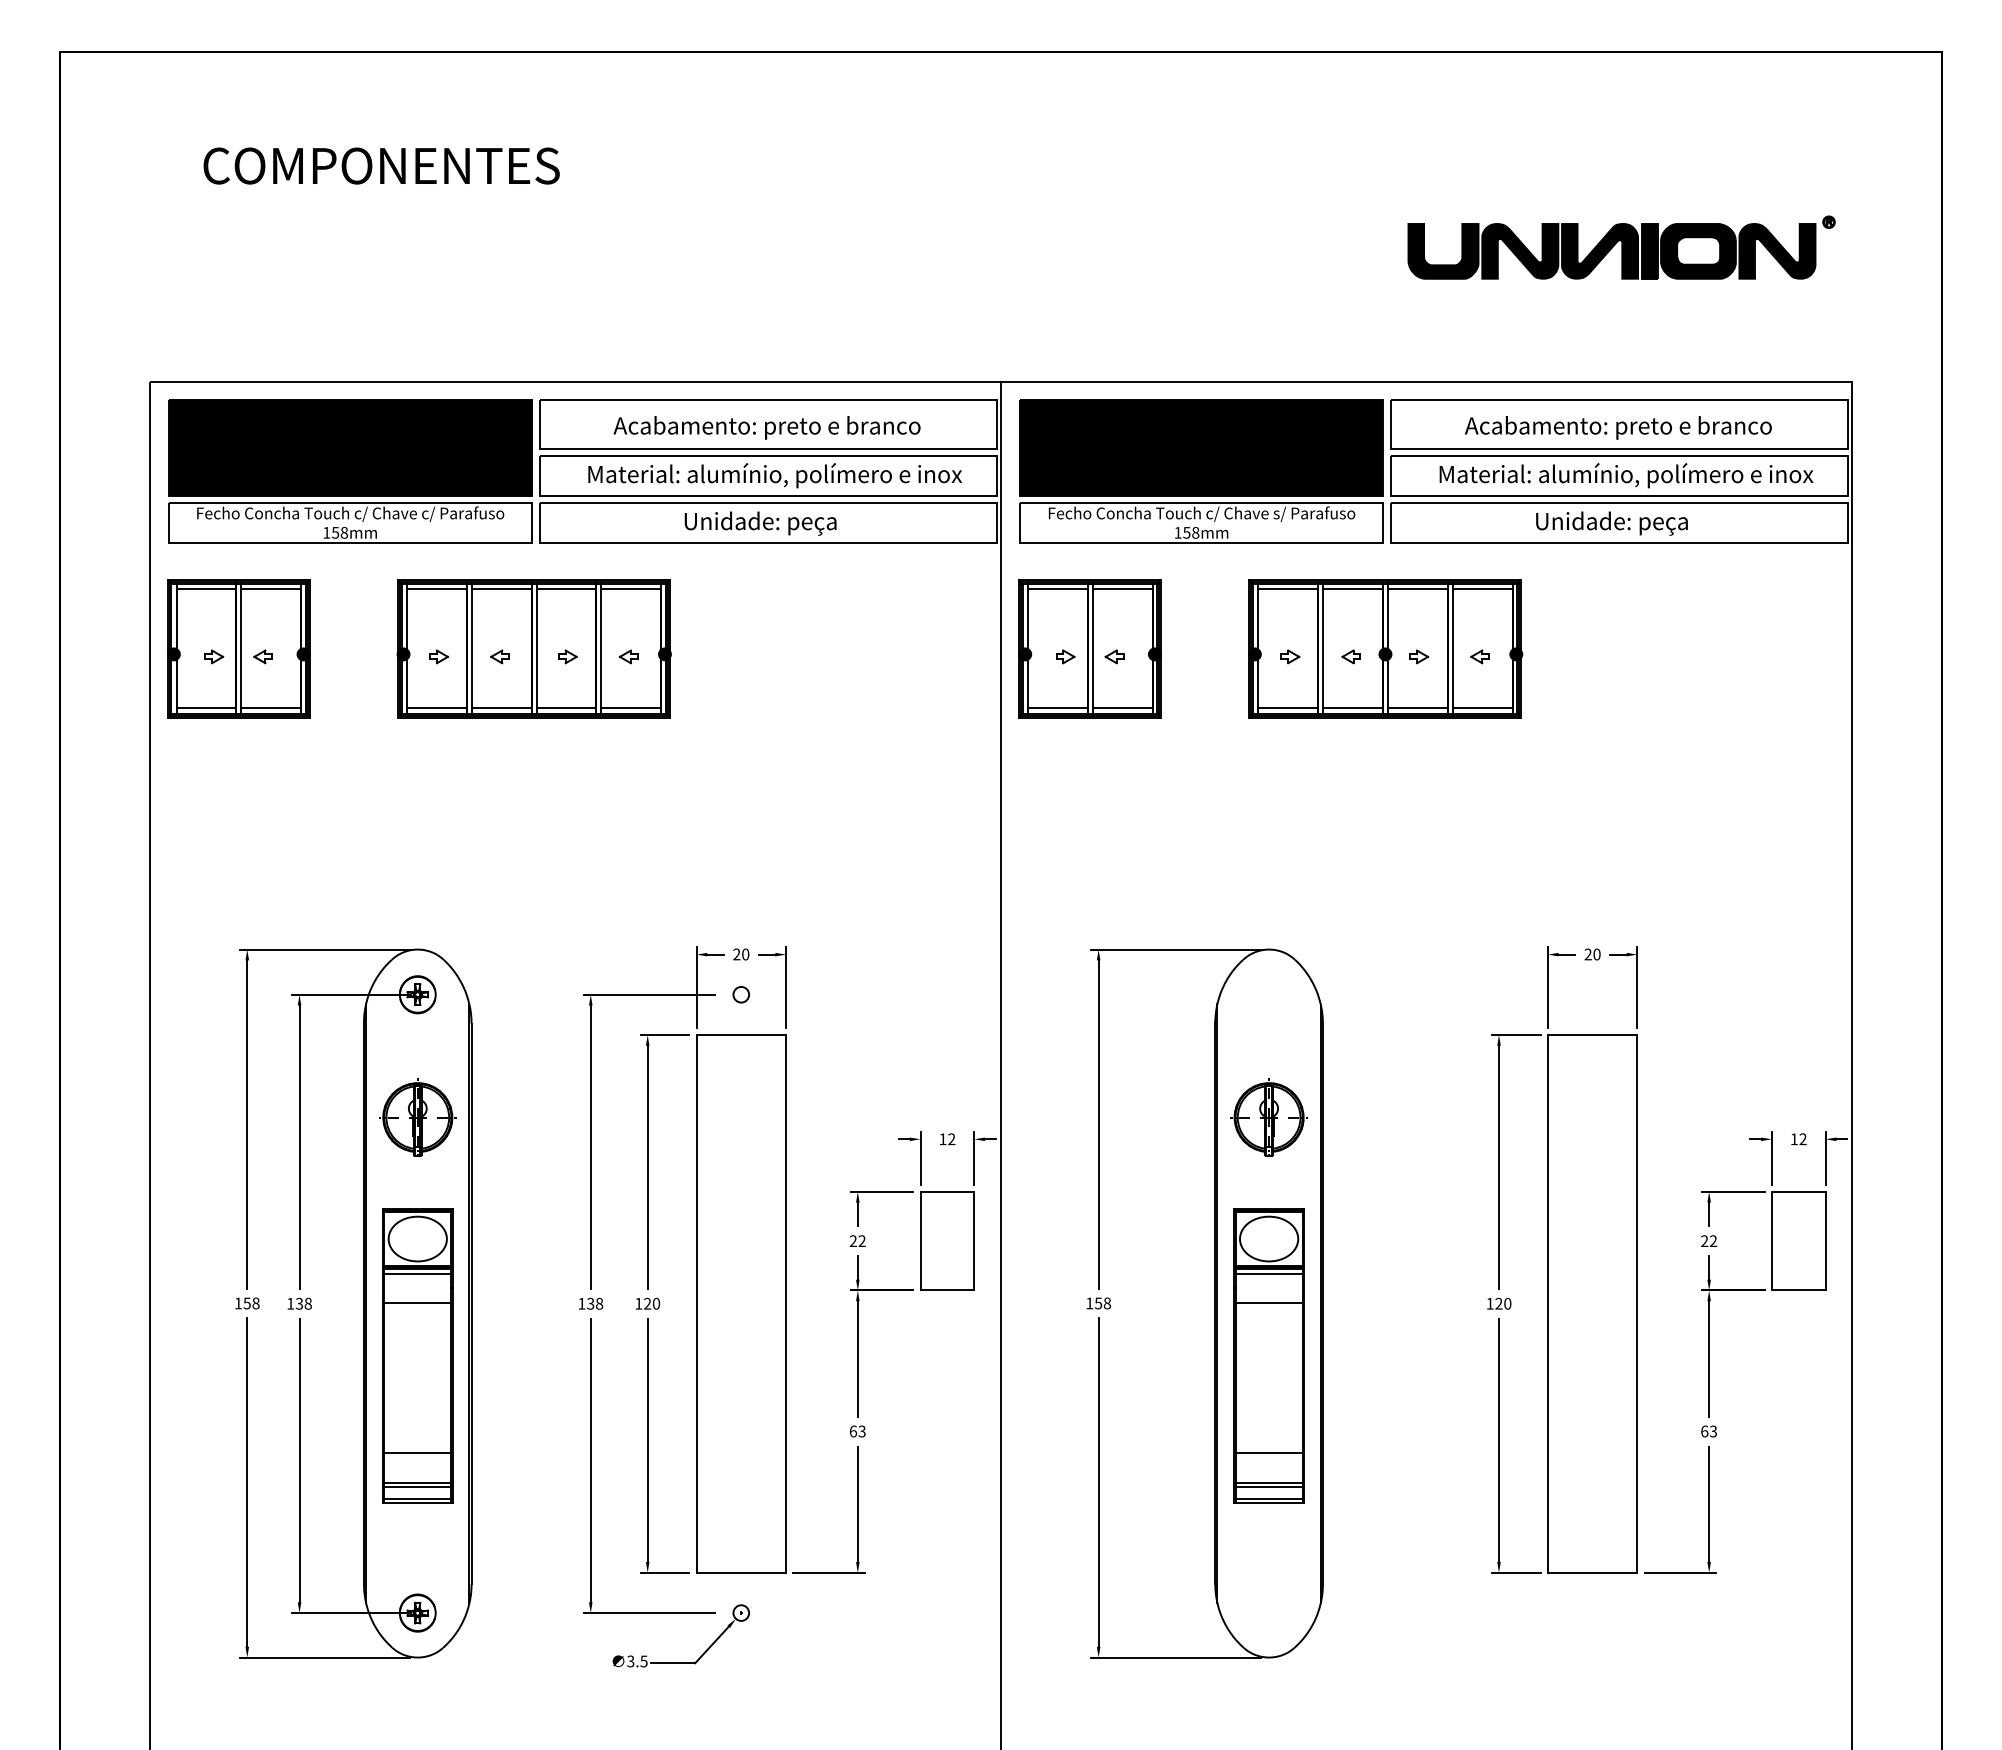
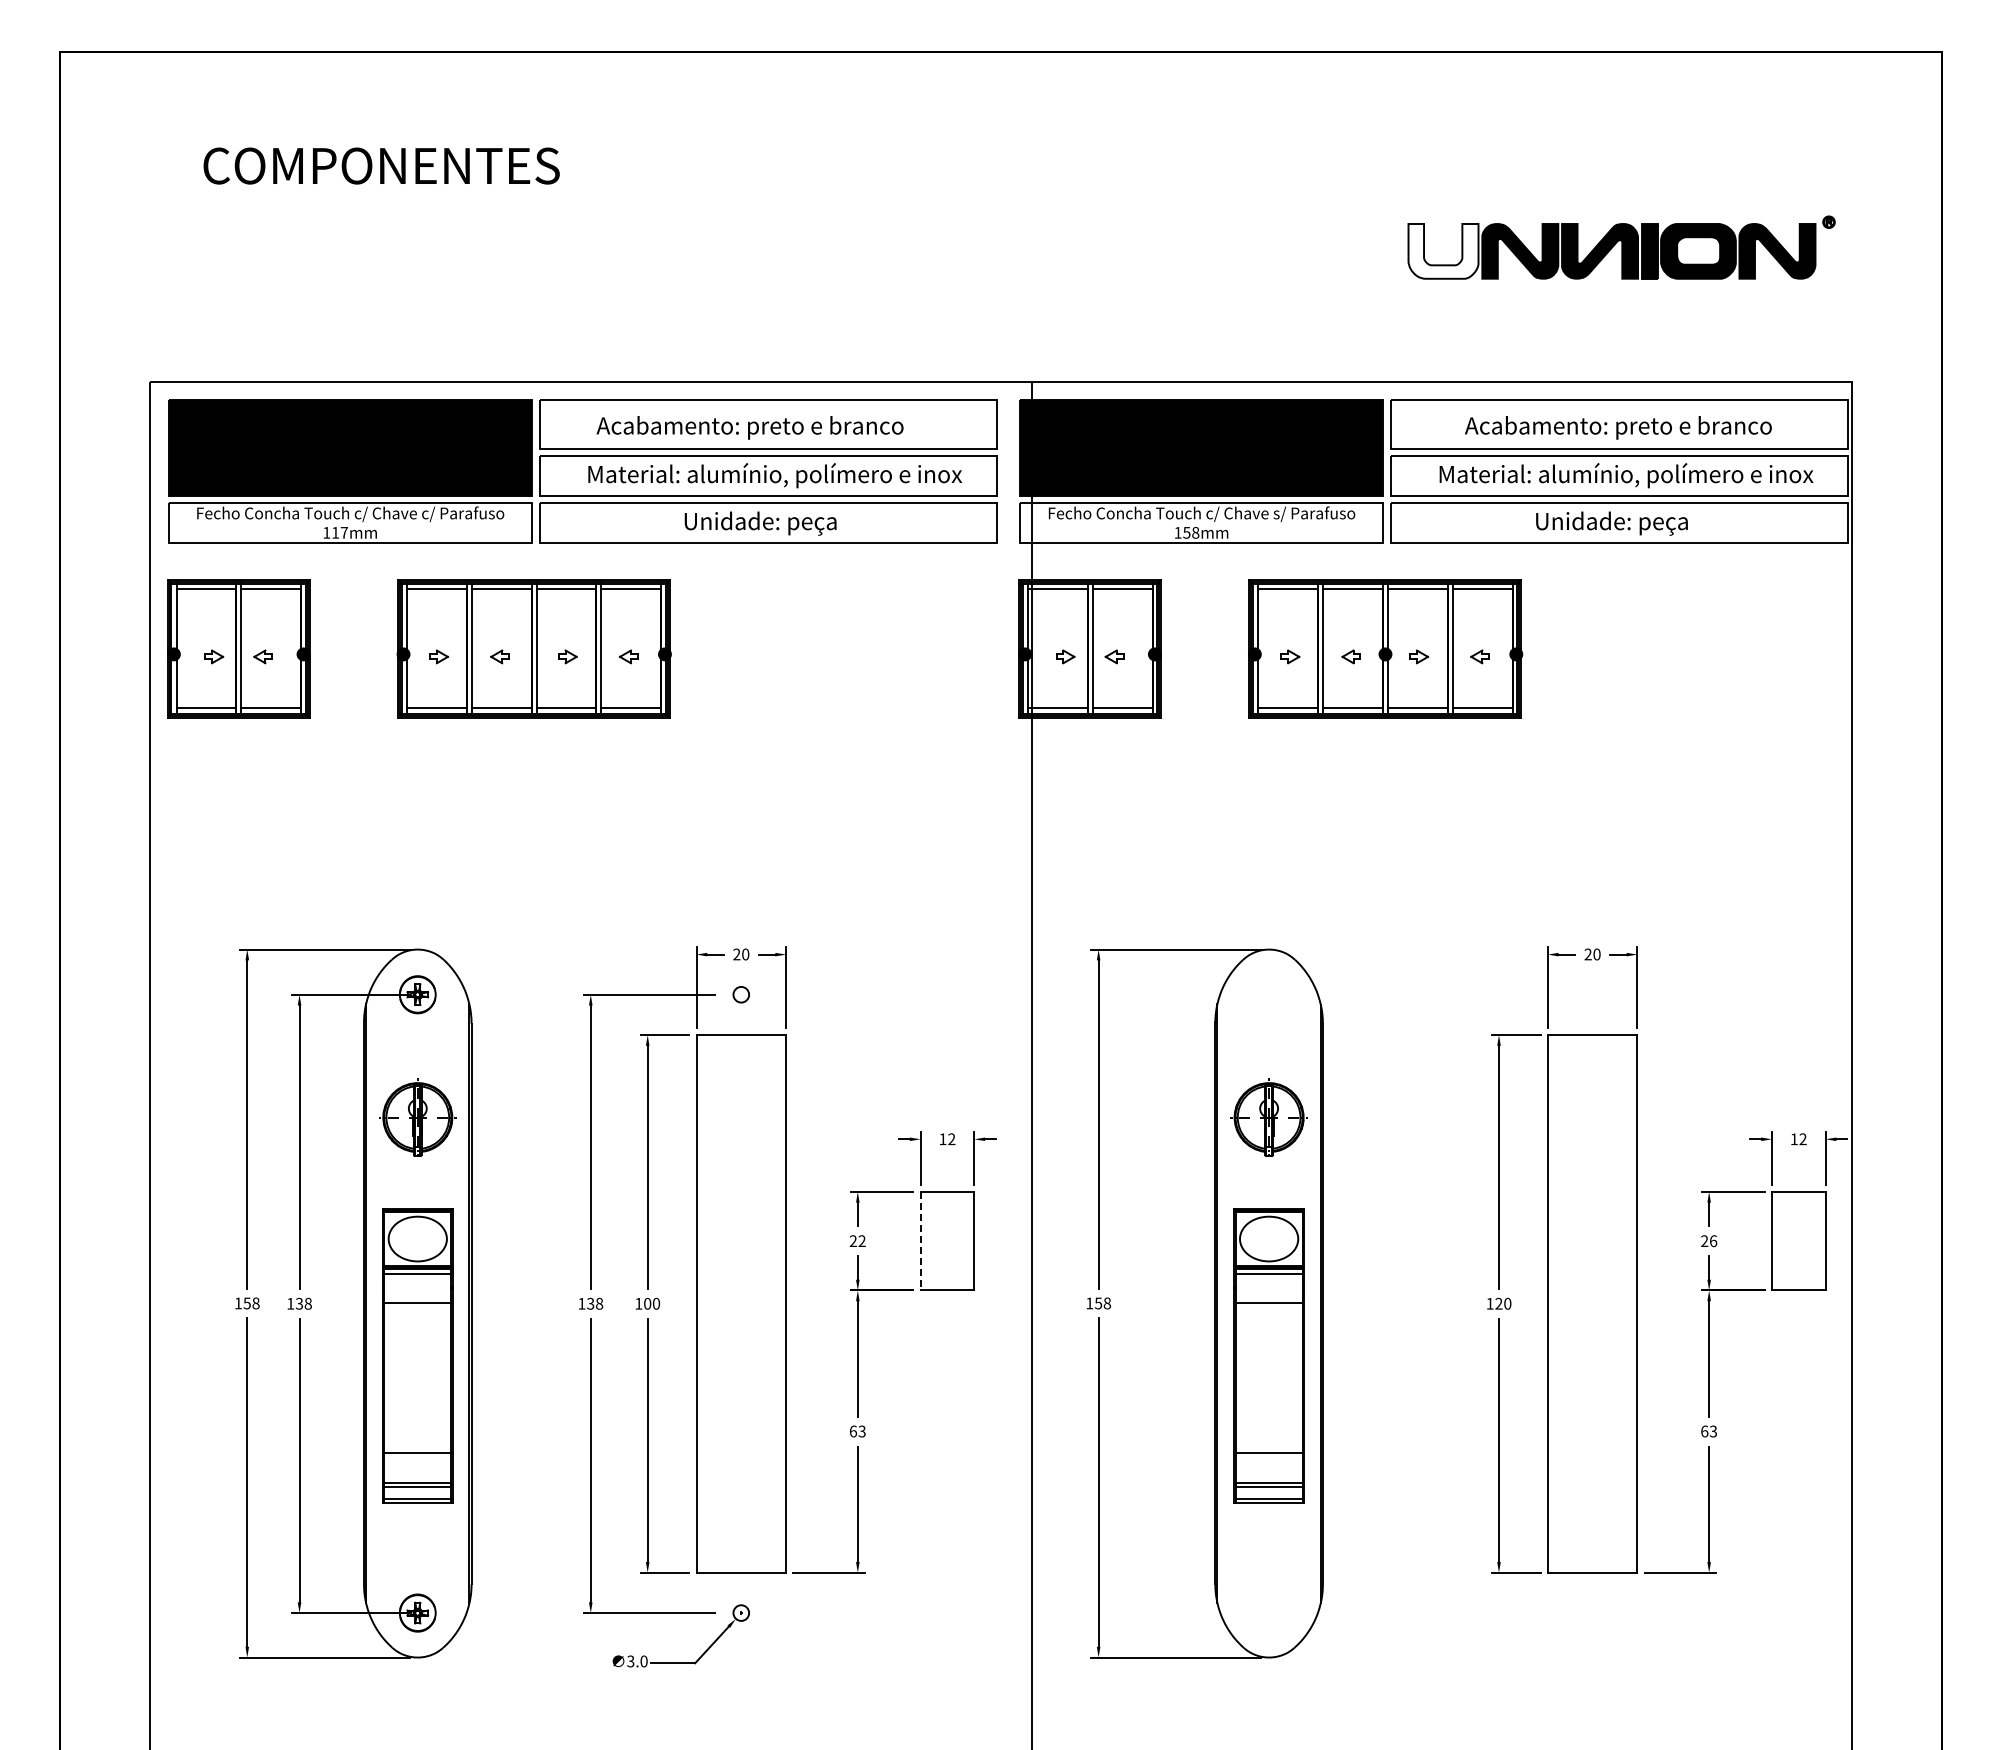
fill at (1443, 251): present -> none
text at (766, 427) position: (766, 427) -> (749, 427)
text at (339, 532): 158mm -> 117mm
line at (1001, 1063) position: (1001, 1063) -> (1032, 1063)
line at (920, 1241): solid -> dashed
text at (1713, 1241): 22 -> 26
text at (647, 1303): 120 -> 100
text at (643, 1661): 3.5 -> 3.0
